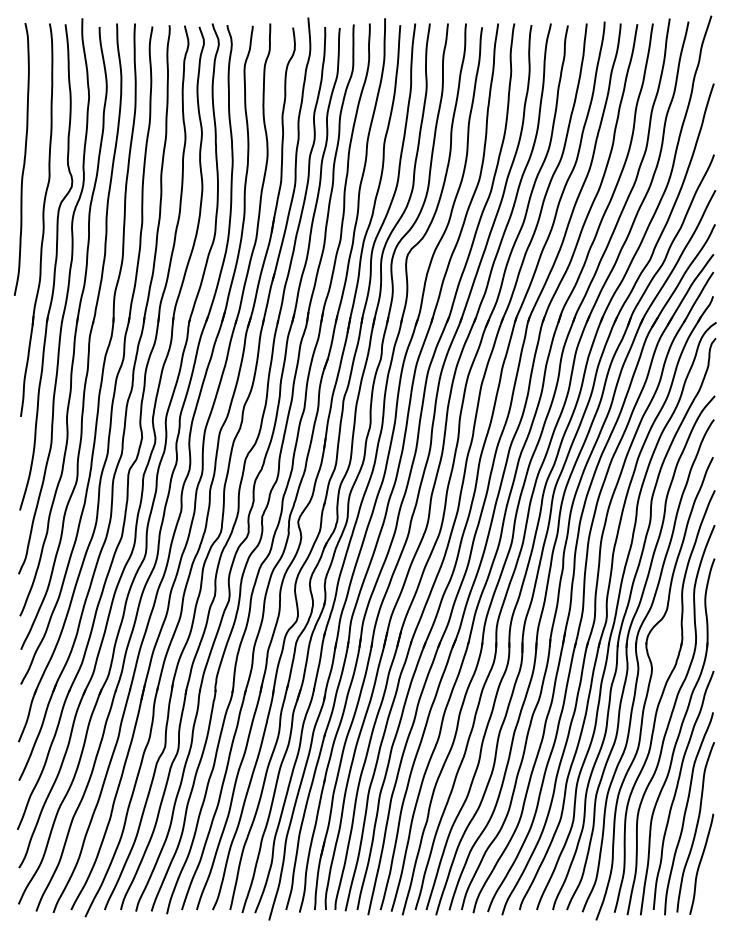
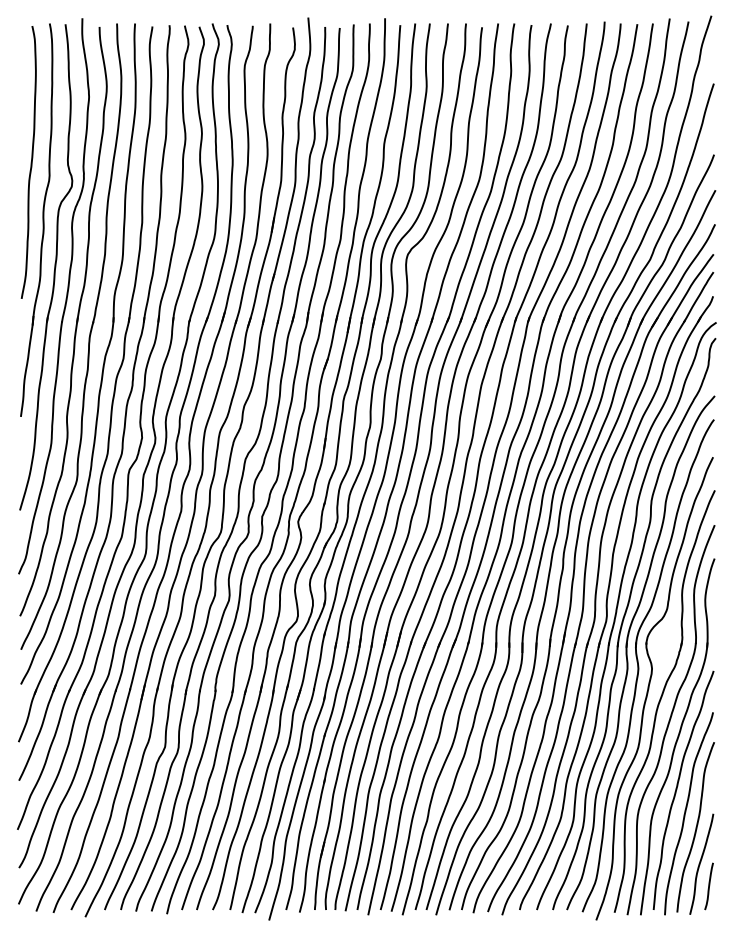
curve at (23, 159) position: (23, 159) -> (30, 162)
line at (708, 886): none -> present
